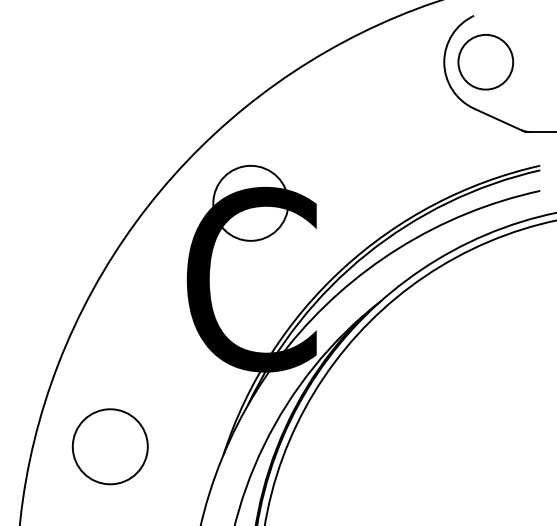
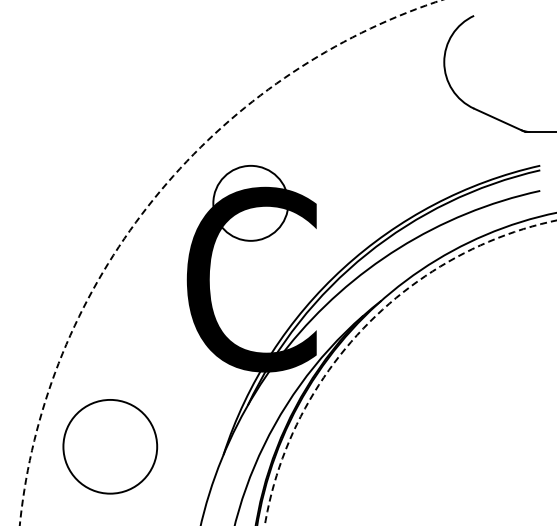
circle at (485, 62): present -> none
arc at (151, 202): solid -> dashed
circle at (410, 372): solid -> dashed
circle at (109, 446) diameter: 75 px -> 94 px
